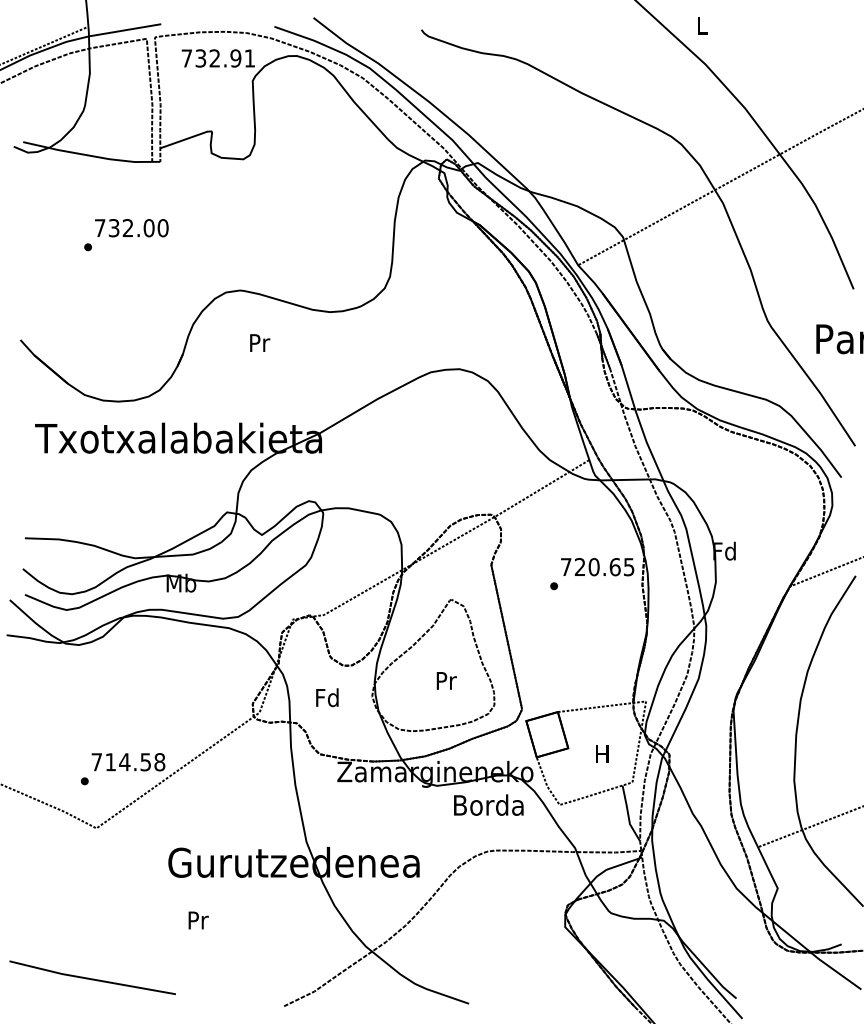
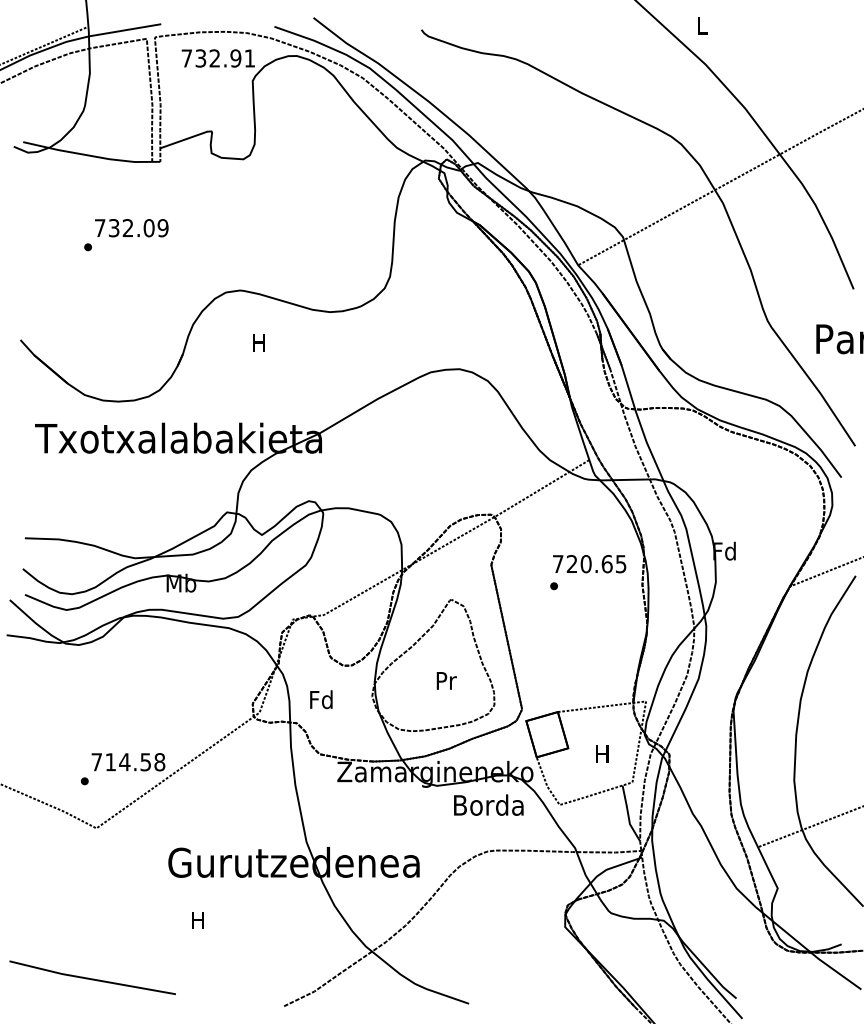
text at (162, 228): 732.00 -> 732.09
text at (260, 342): Pr -> H
text at (597, 567) position: (597, 567) -> (589, 564)
text at (327, 697) position: (327, 697) -> (321, 699)
text at (198, 920): Pr -> H
